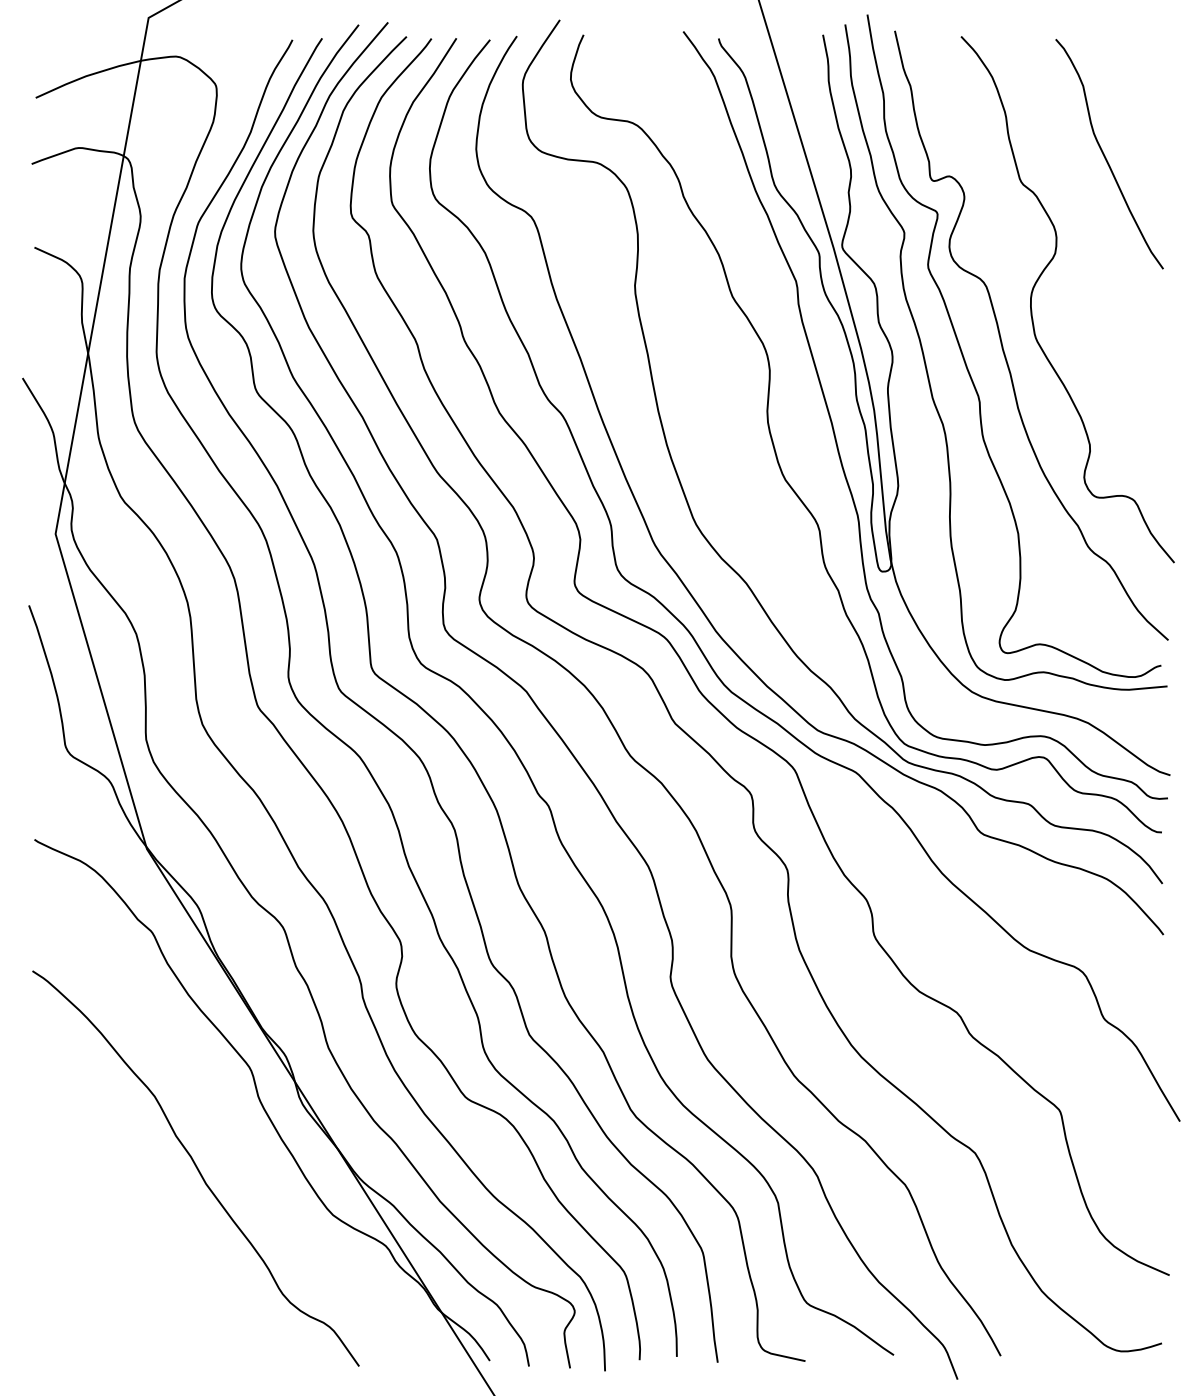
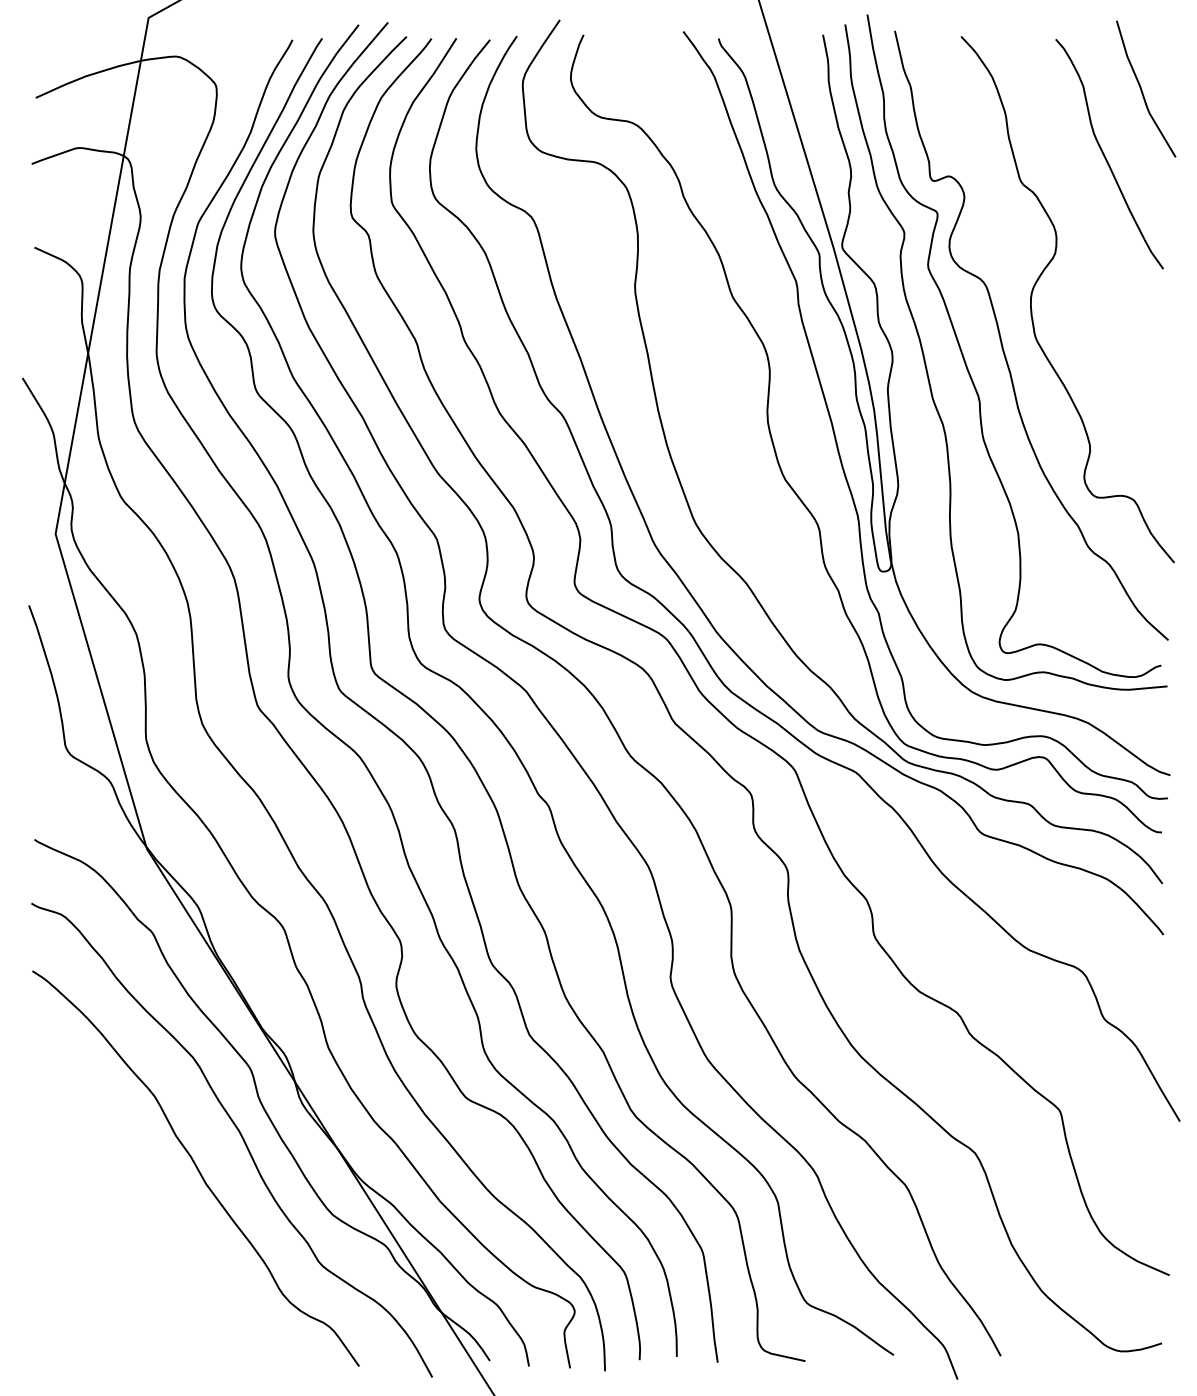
curve at (1142, 89): none -> present
curve at (240, 1136): none -> present
